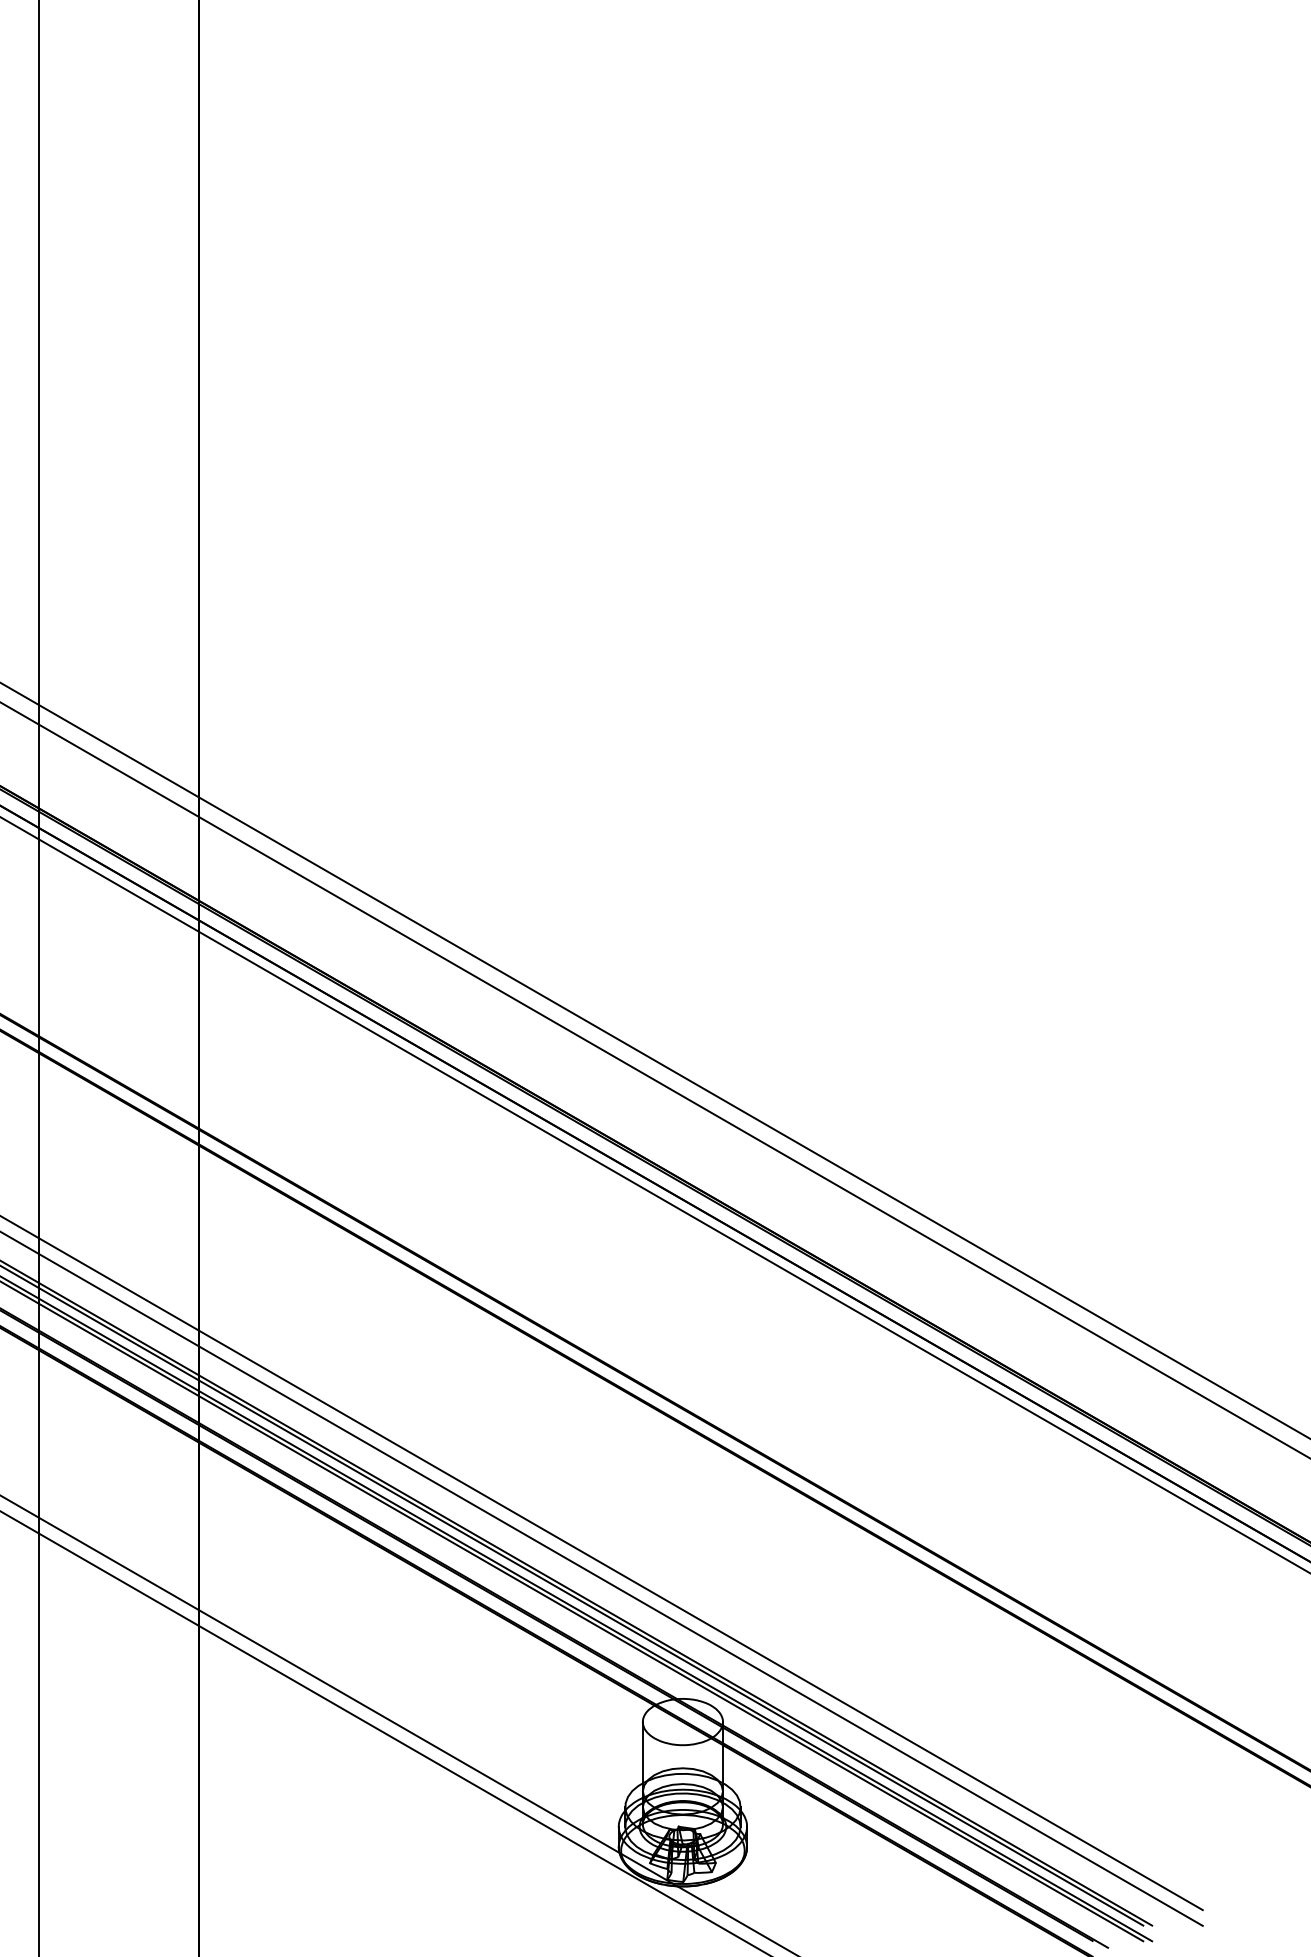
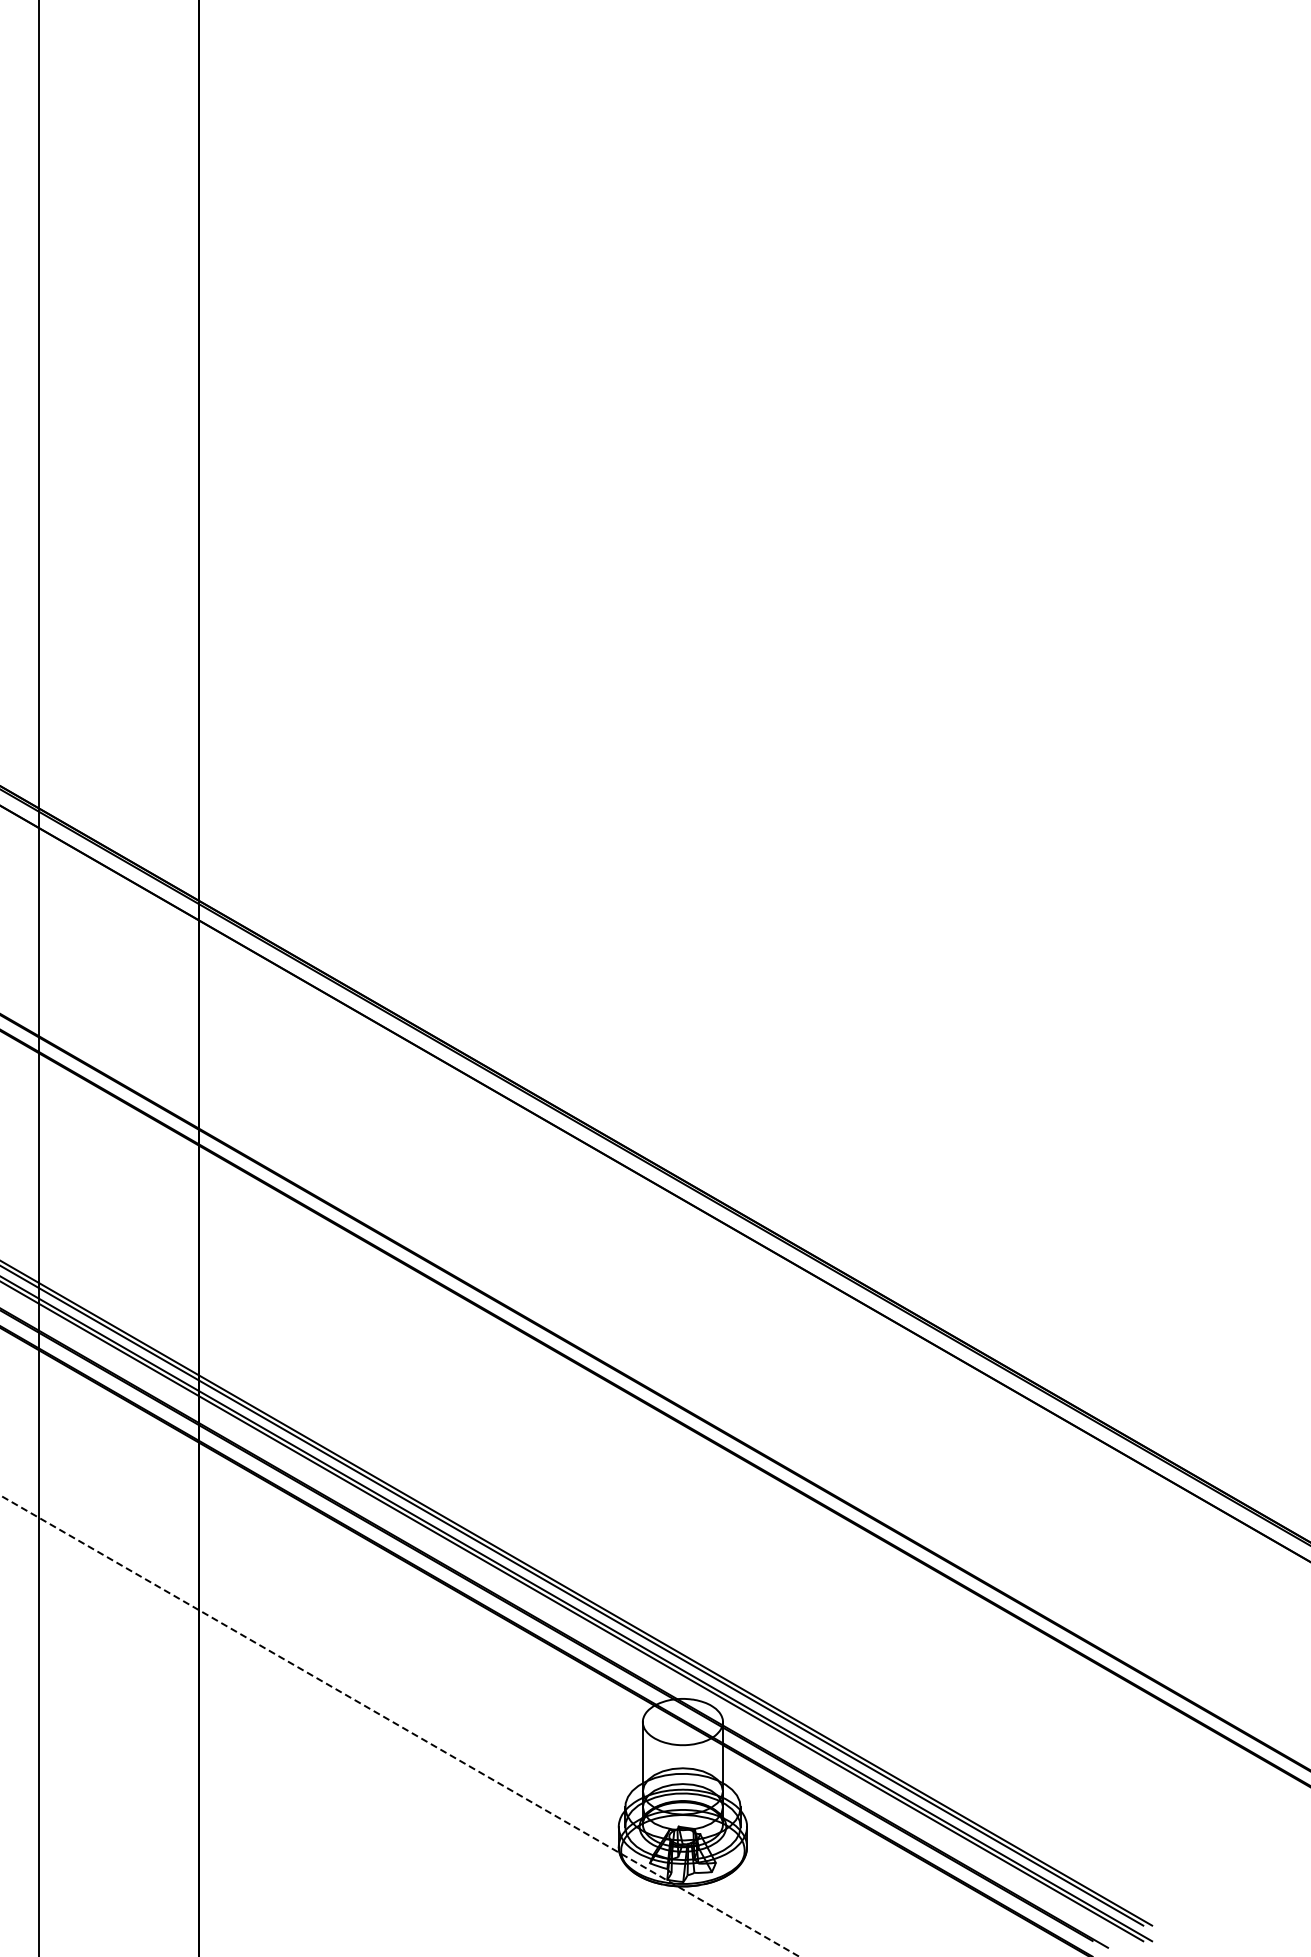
line at (654, 1060): present -> none
line at (654, 1080): present -> none
line at (654, 1194): present -> none
line at (602, 1563): present -> none
line at (602, 1578): present -> none
line at (399, 1726): solid -> dashed
line at (384, 1732): present -> none
